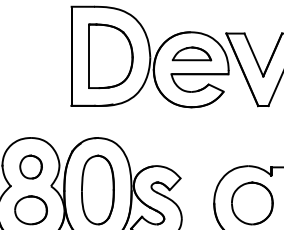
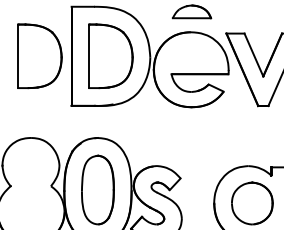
part at (191, 53) position: (191, 53) -> (191, 11)
part at (39, 56): none -> present
part at (30, 166): present -> none
part at (30, 210): present -> none
